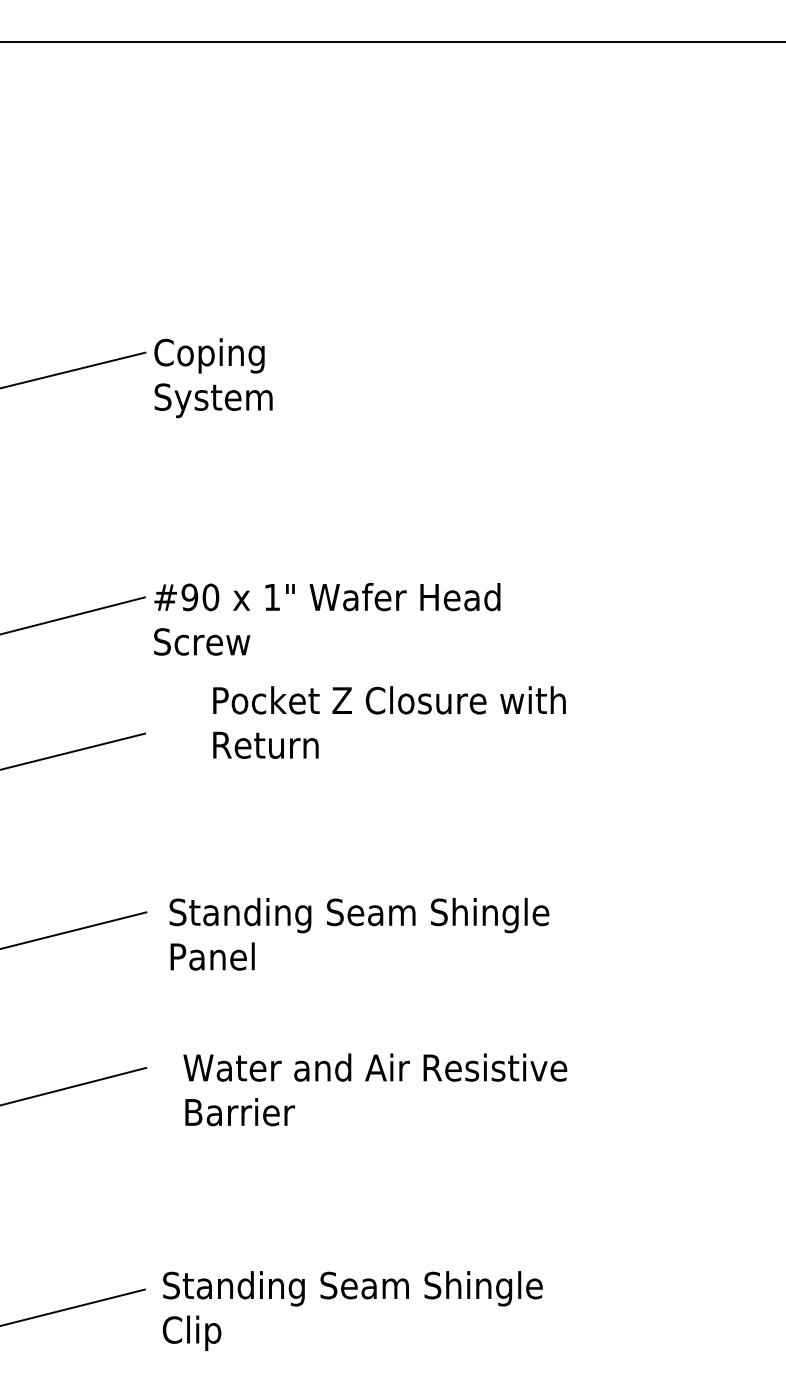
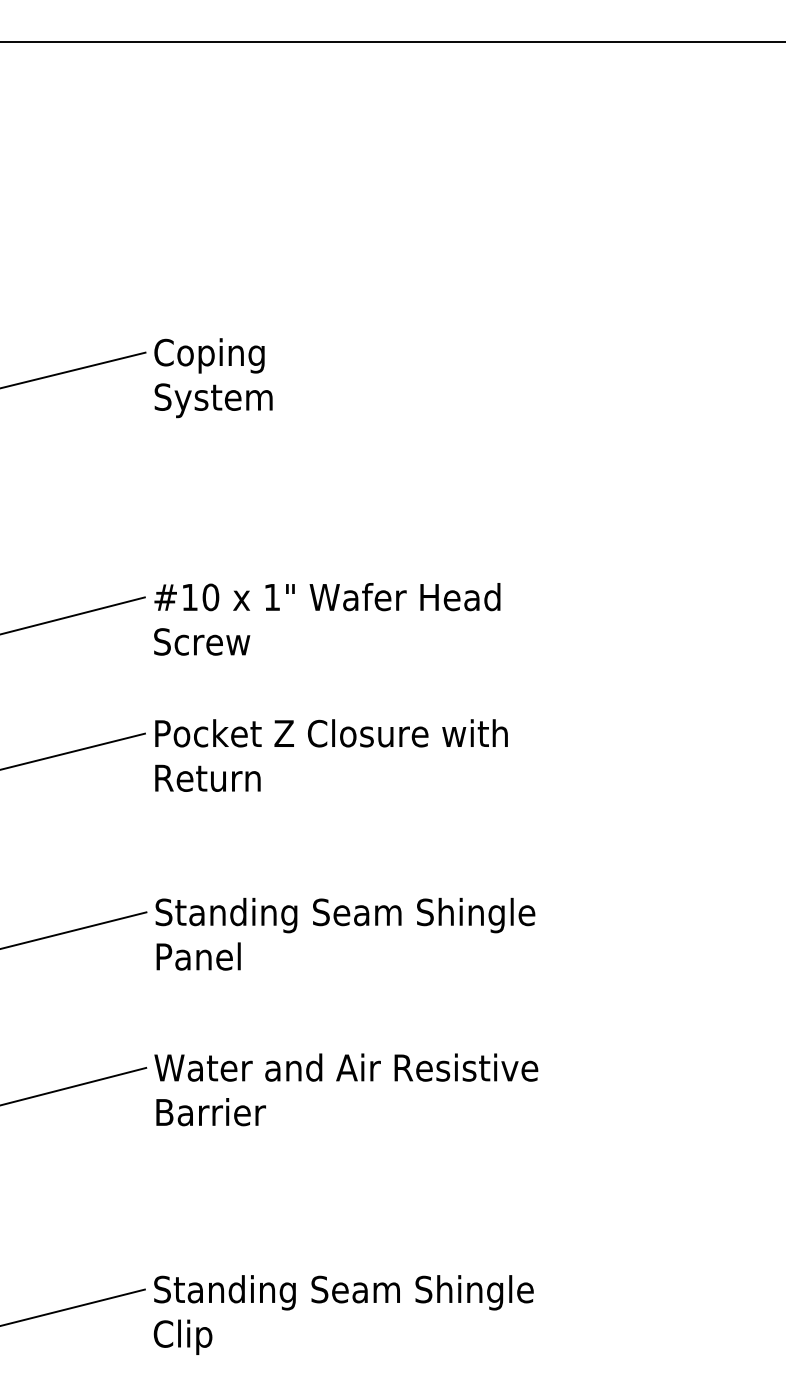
text at (189, 597): #90 -> #10
text at (389, 722) position: (389, 722) -> (331, 755)
text at (359, 933) position: (359, 933) -> (345, 933)
text at (375, 1089) position: (375, 1089) -> (346, 1089)
text at (352, 1310) position: (352, 1310) -> (343, 1314)
